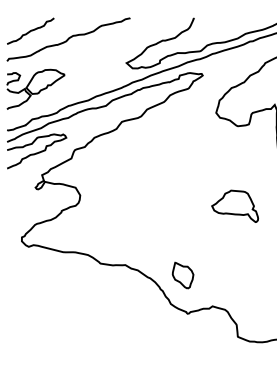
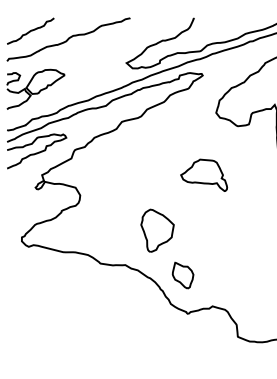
part at (234, 205) position: (234, 205) -> (203, 174)
part at (157, 230): none -> present
